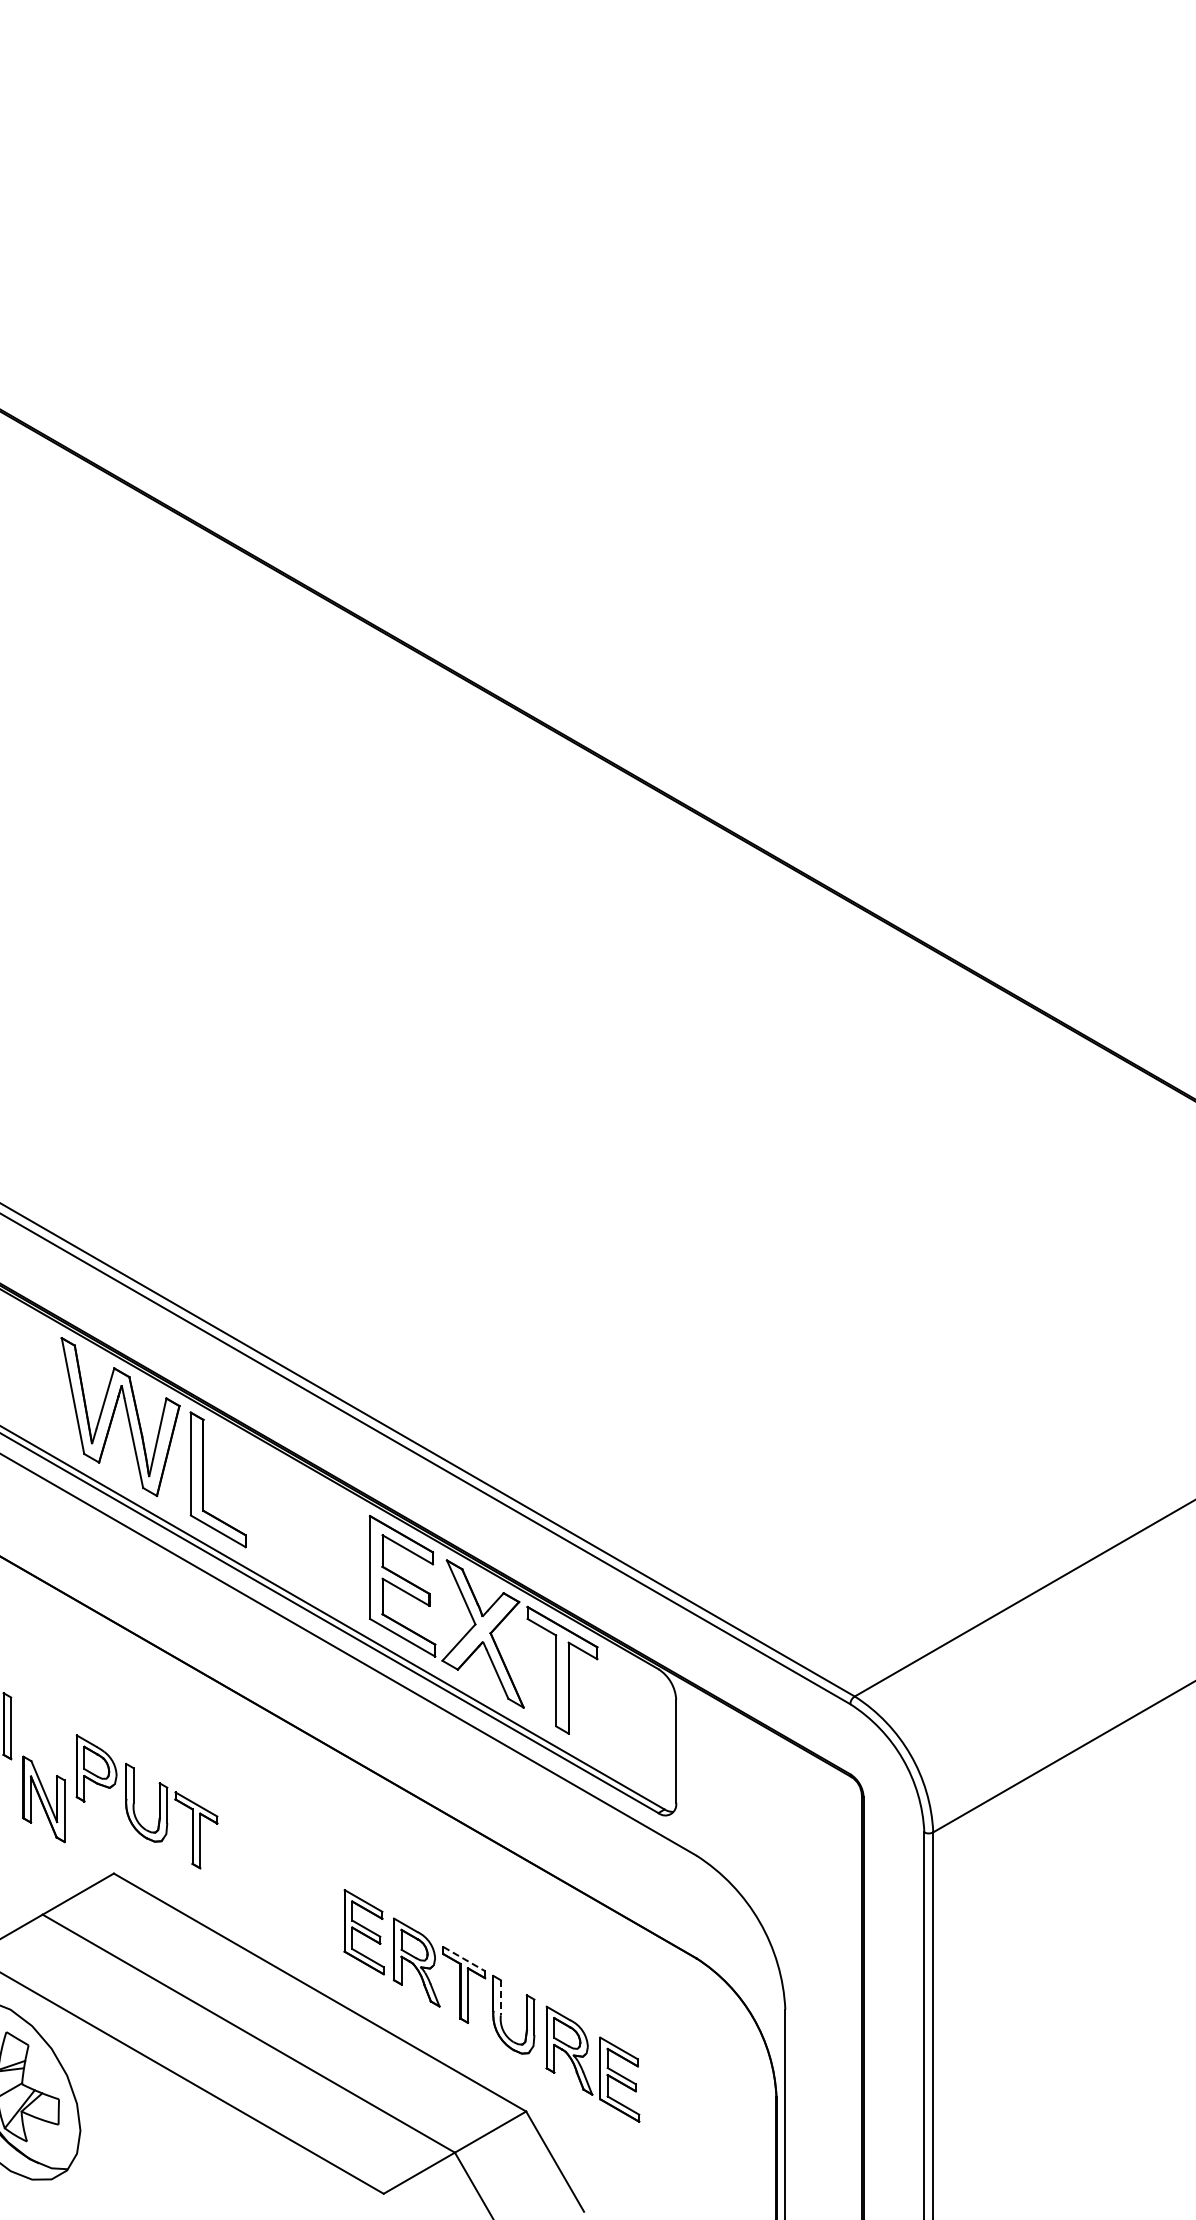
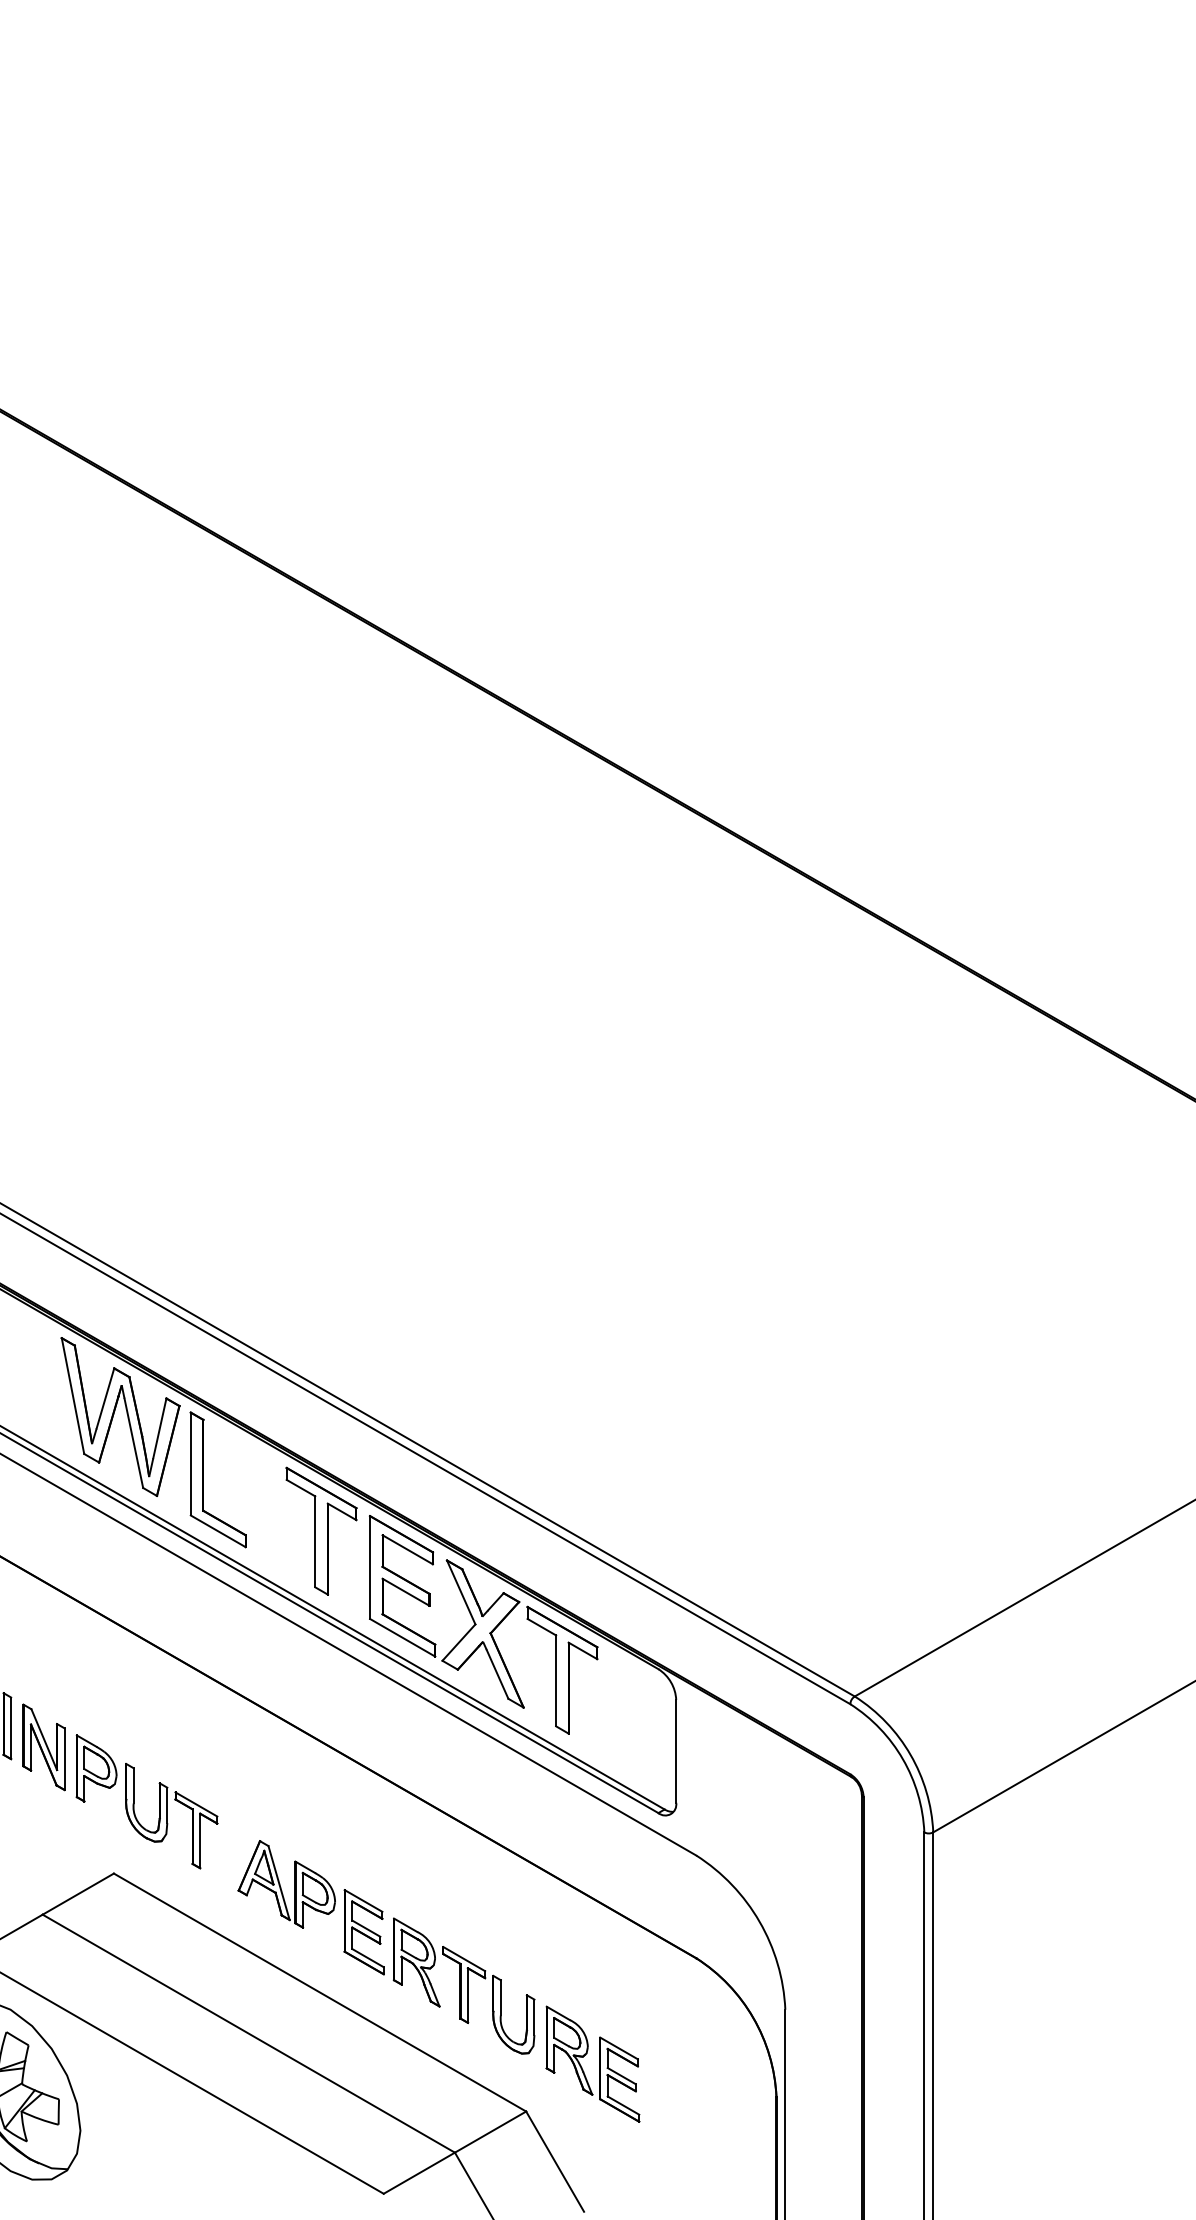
part at (321, 1530): none -> present
part at (43, 1799) position: (43, 1799) -> (43, 1747)
part at (286, 1884): none -> present
line at (464, 1959): dashed -> solid
line at (500, 1997): dashed -> solid
